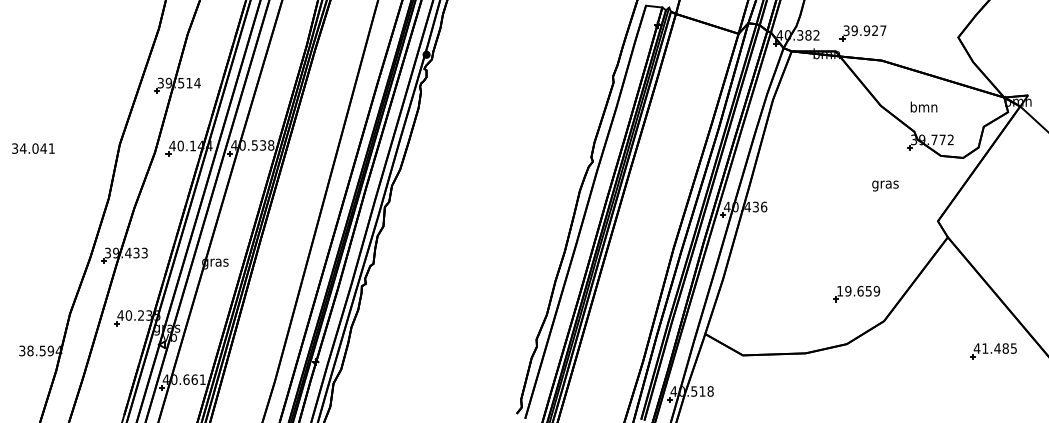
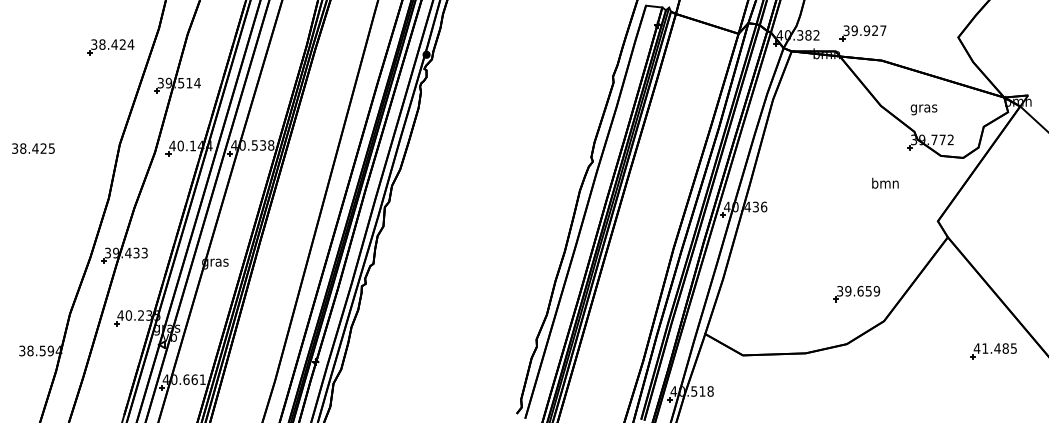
part at (110, 47): none -> present
text at (923, 108): bmn -> gras
text at (36, 148): 34.041 -> 38.425
text at (885, 184): gras -> bmn
text at (840, 291): 19.659 -> 39.659
